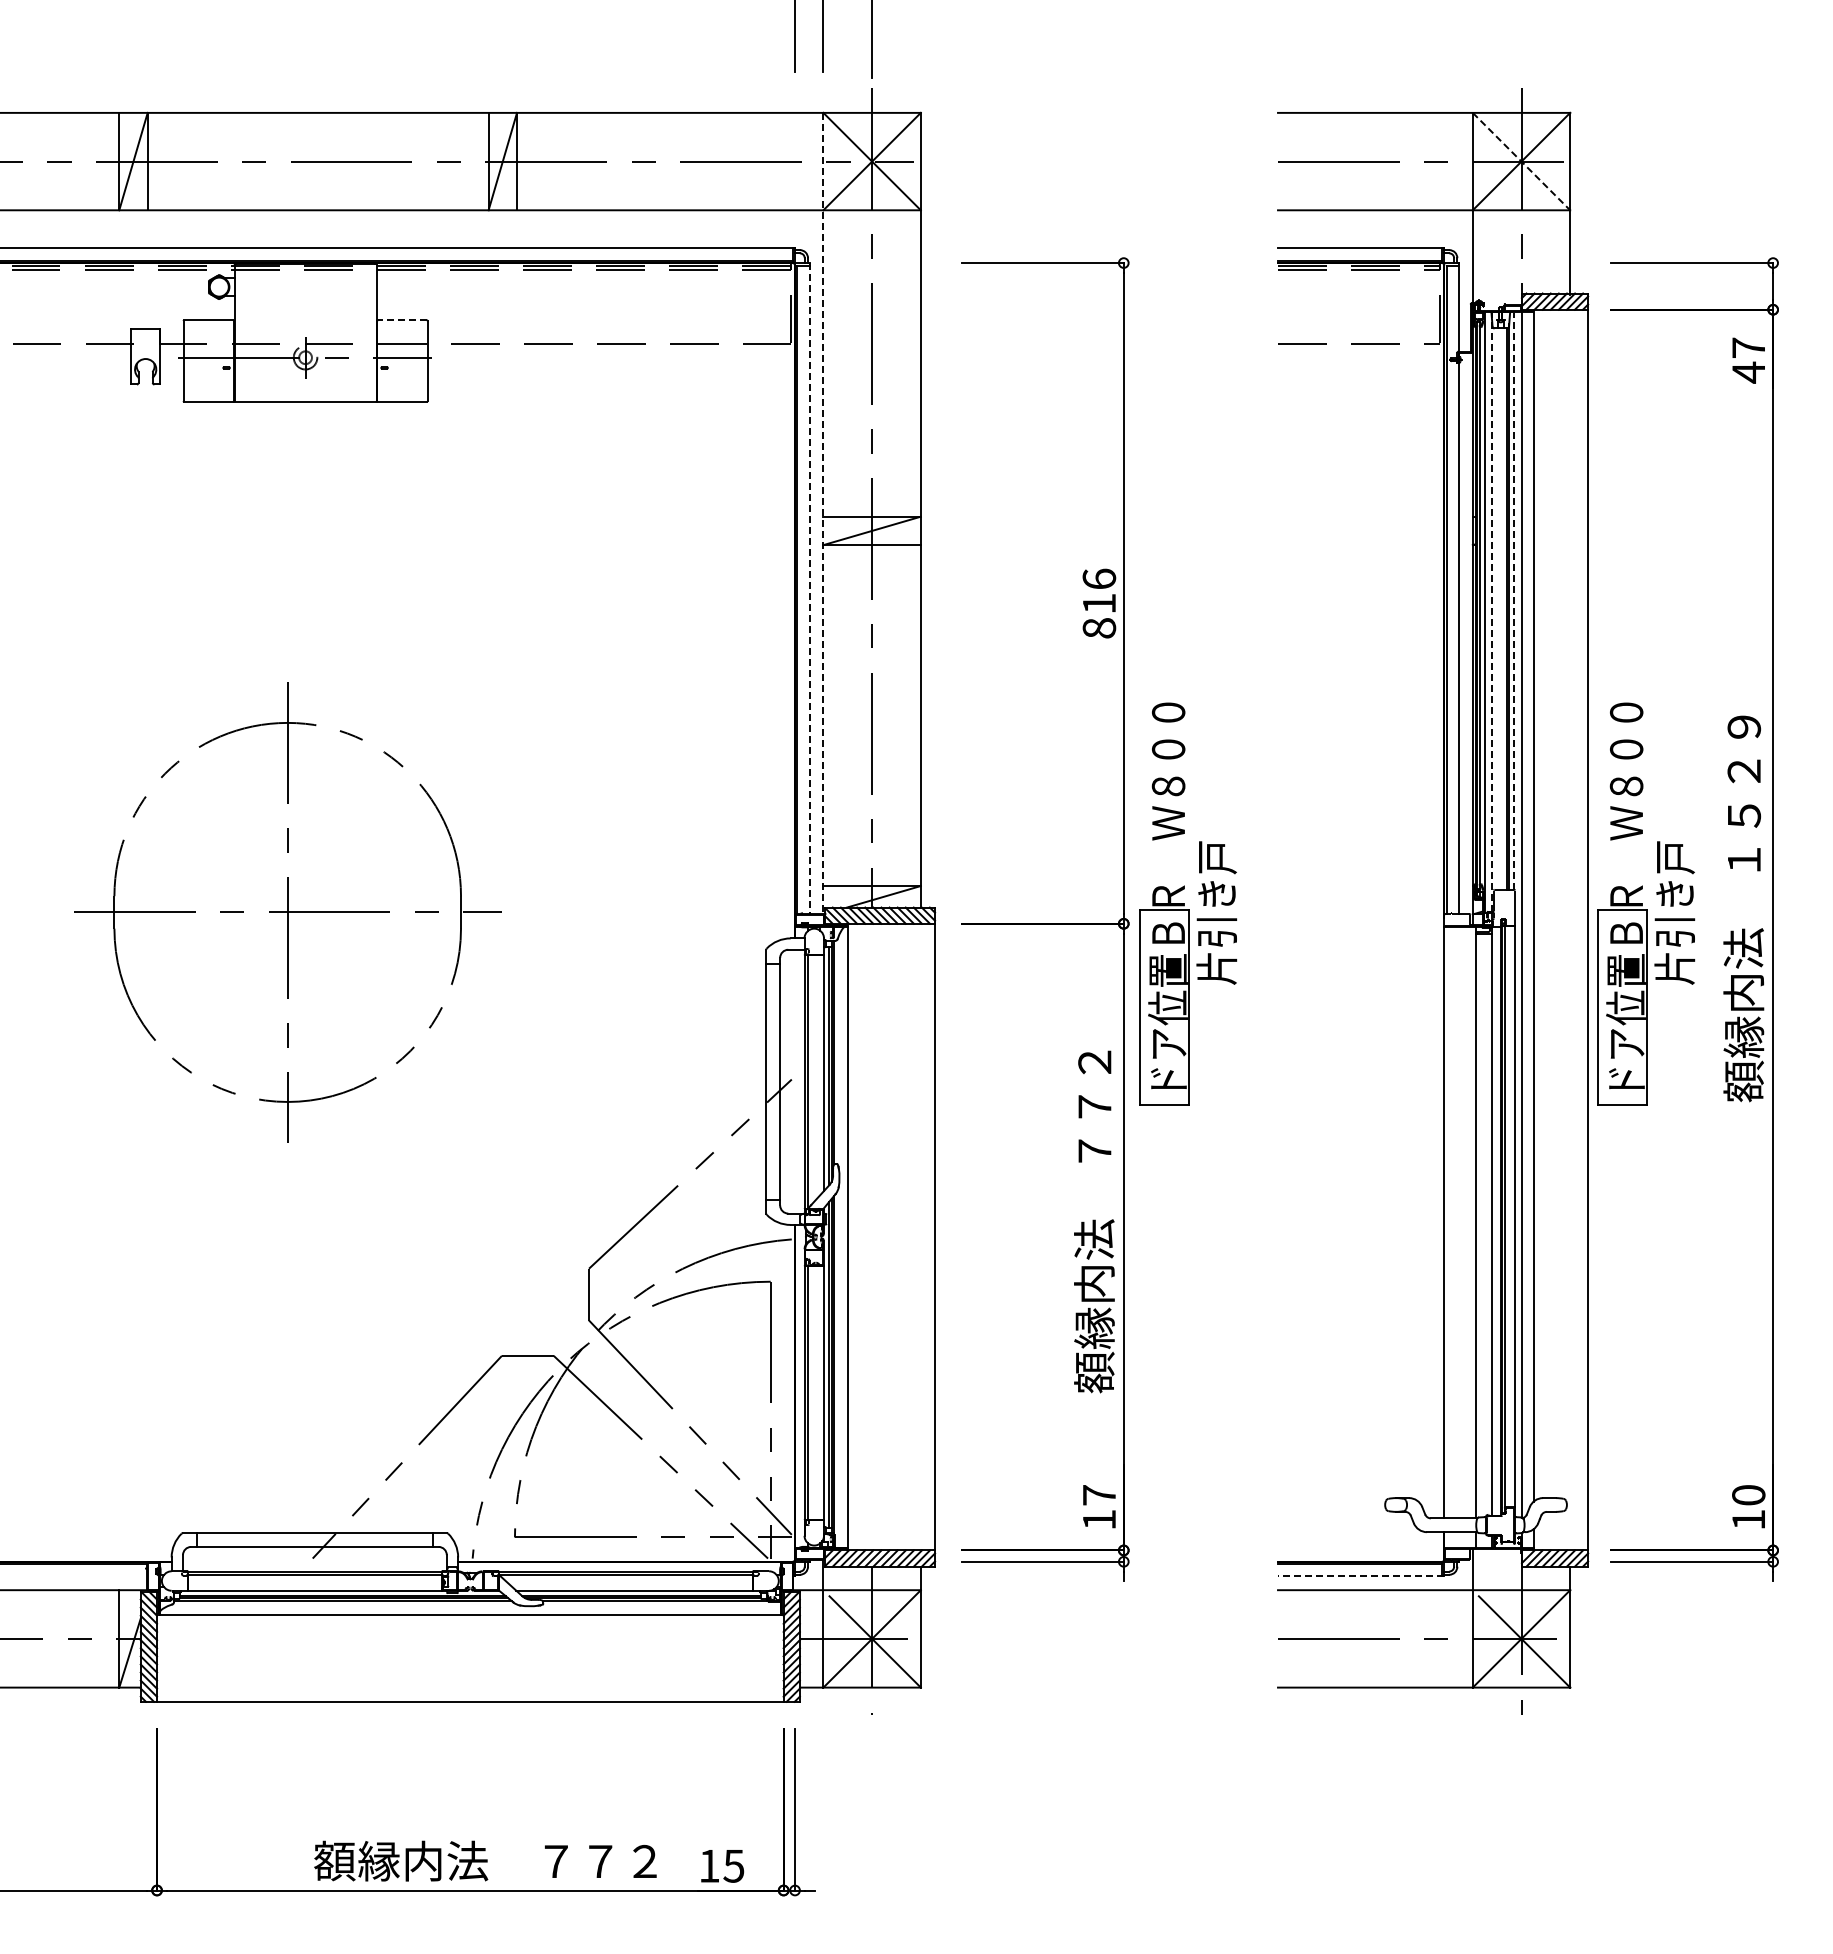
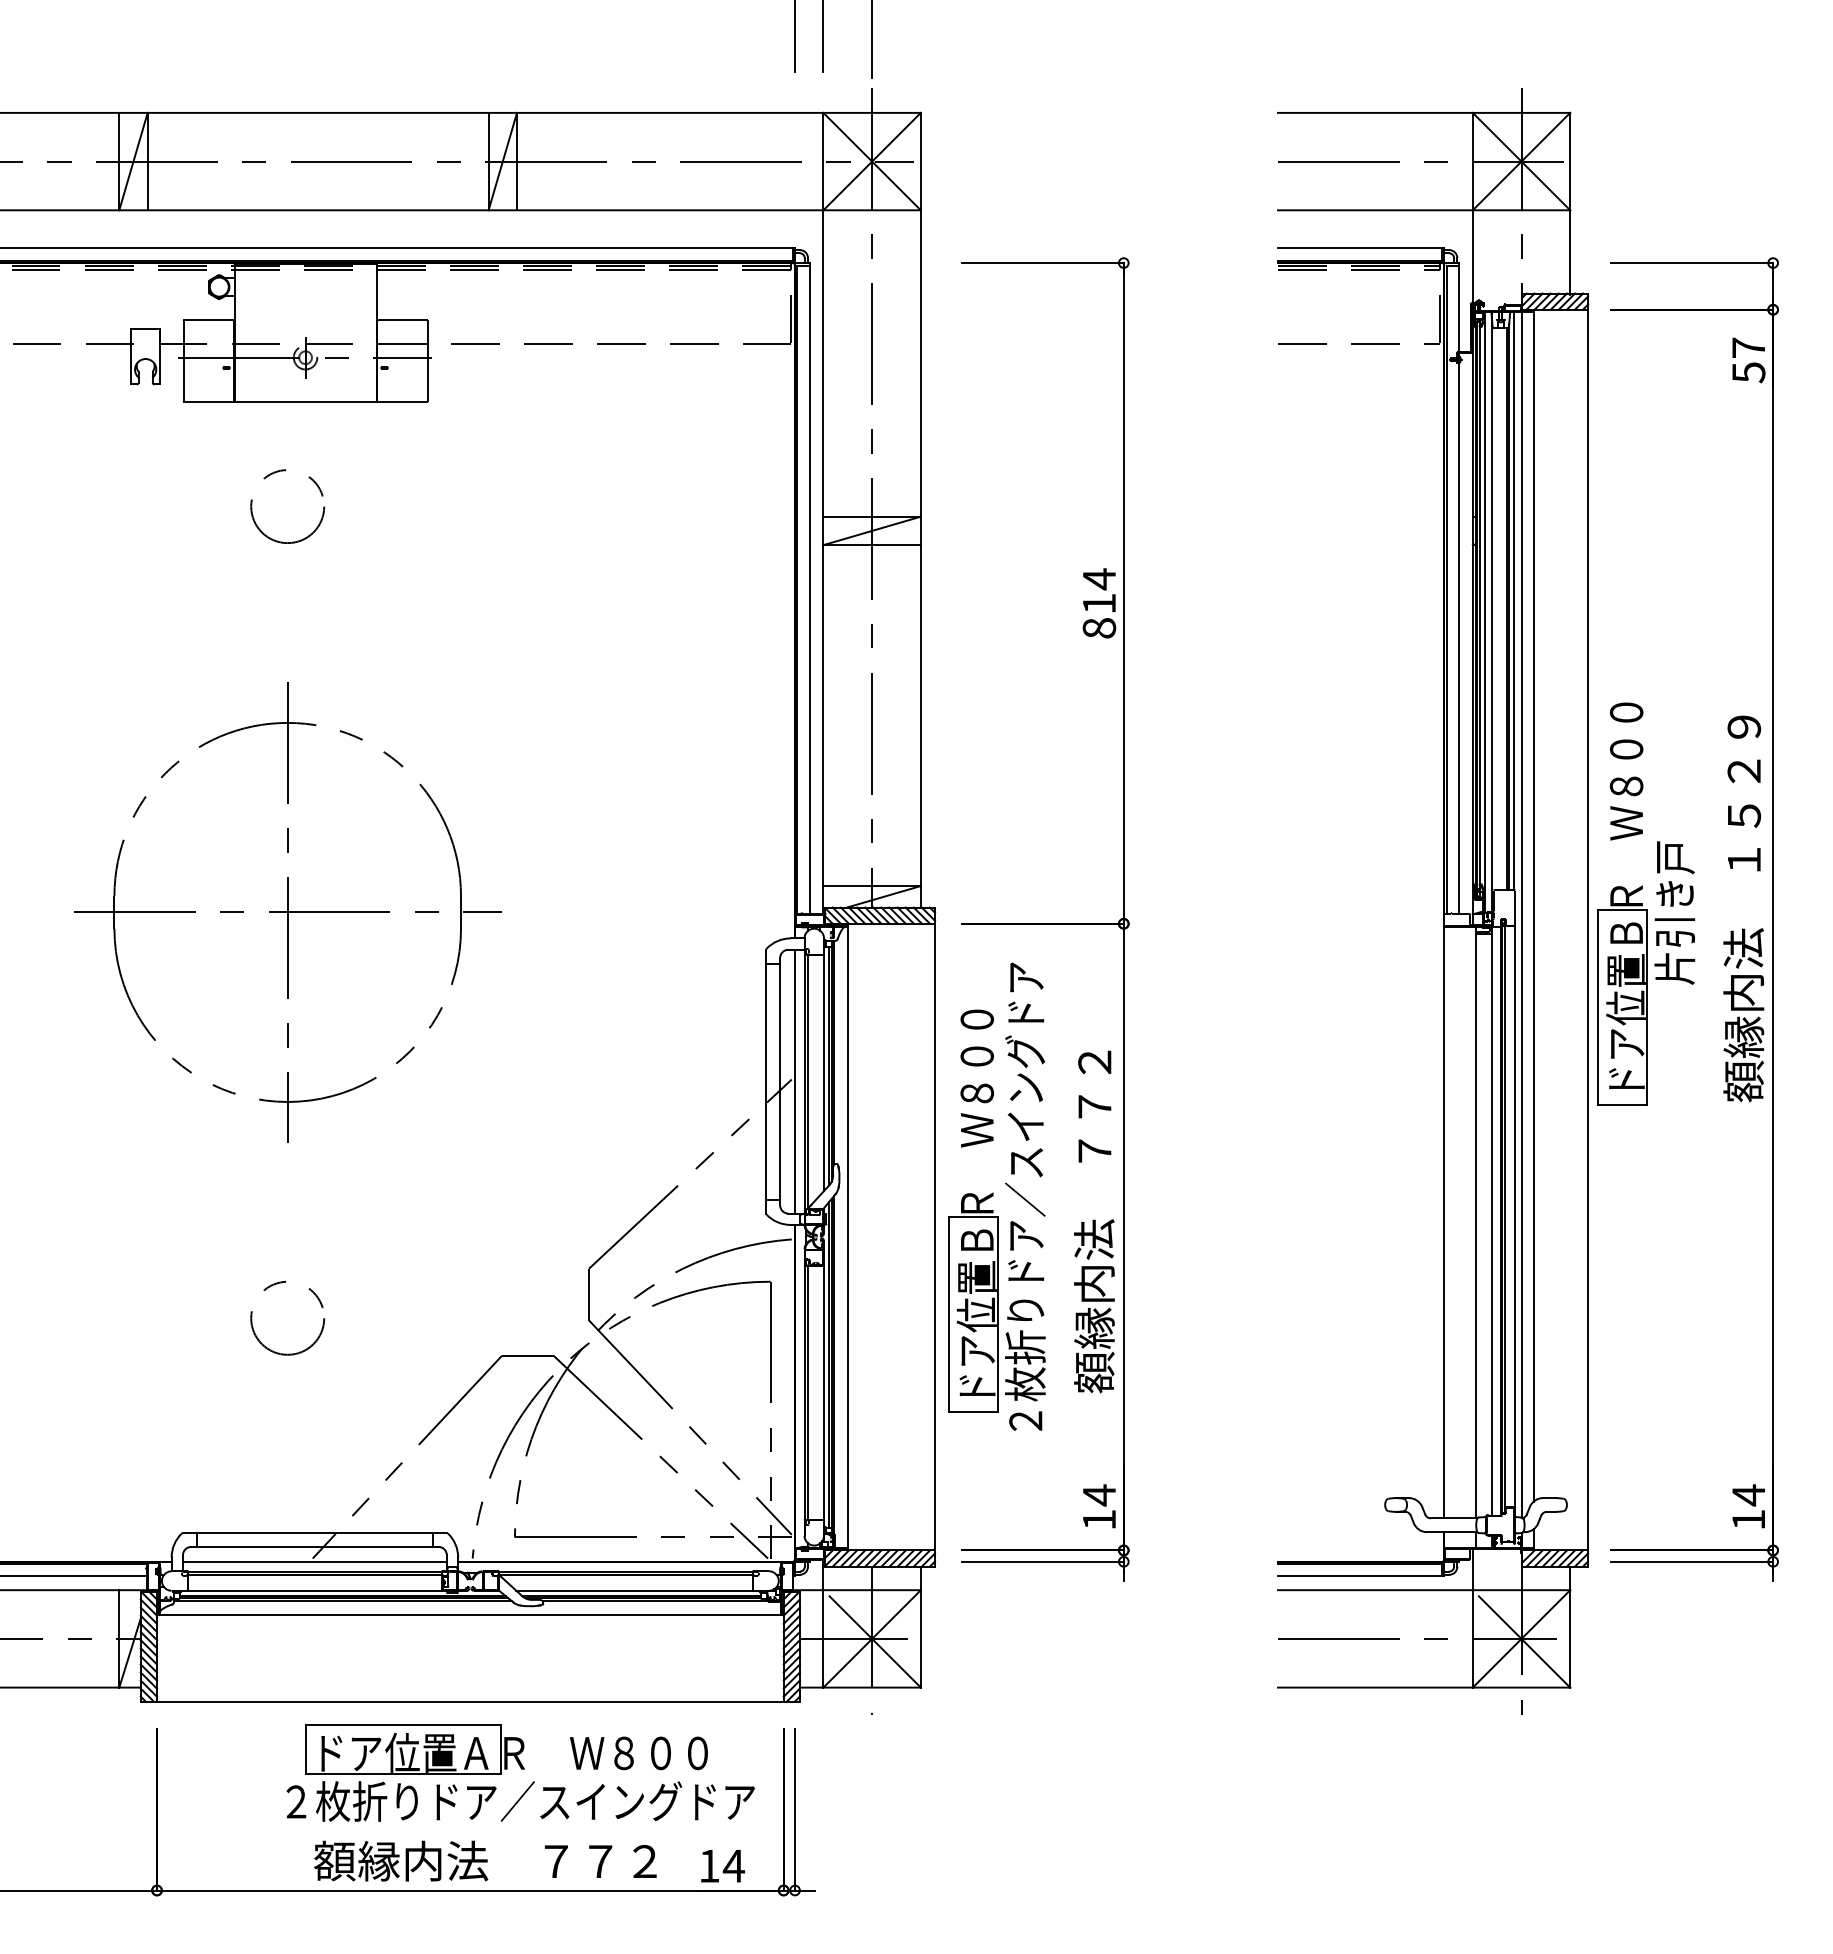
line at (1521, 161): dashed -> solid
line at (401, 320): dashed -> solid
text at (1748, 372): 47 -> 57
circle at (287, 506): none -> present
line at (823, 513): dashed -> solid
text at (1099, 579): 816 -> 814
line at (809, 589): dashed -> solid
line at (1514, 601): dashed -> solid
line at (1491, 612): dashed -> solid
part at (1188, 903): present -> none
line at (795, 1081): none -> present
part at (996, 1196): none -> present
circle at (287, 1318): none -> present
text at (1099, 1495): 17 -> 14
text at (1748, 1495): 10 -> 14
line at (314, 1561): none -> present
line at (74, 1576): none -> present
line at (1360, 1576): dashed -> solid
part at (520, 1772): none -> present
text at (733, 1866): 15 -> 14
